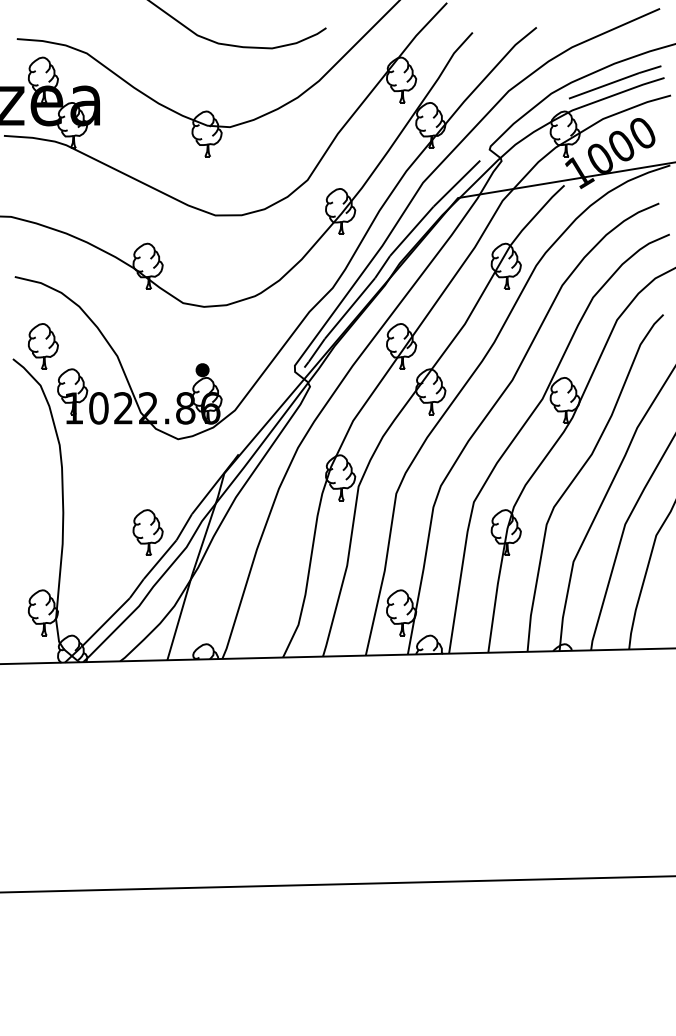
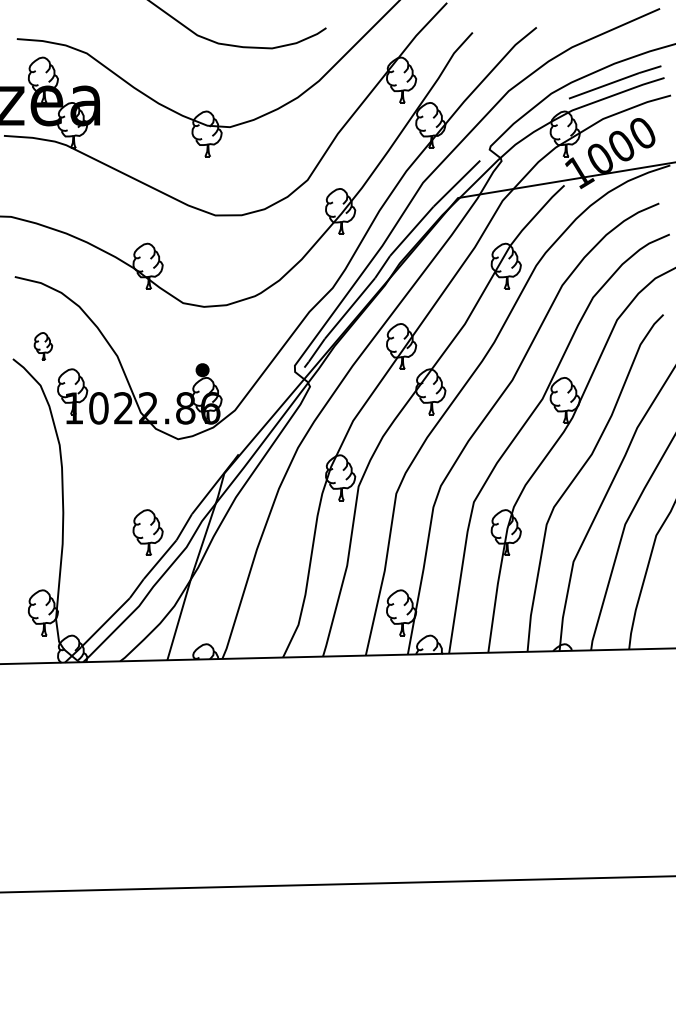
part at (43, 346) size: 31x47 px -> 21x29 px
